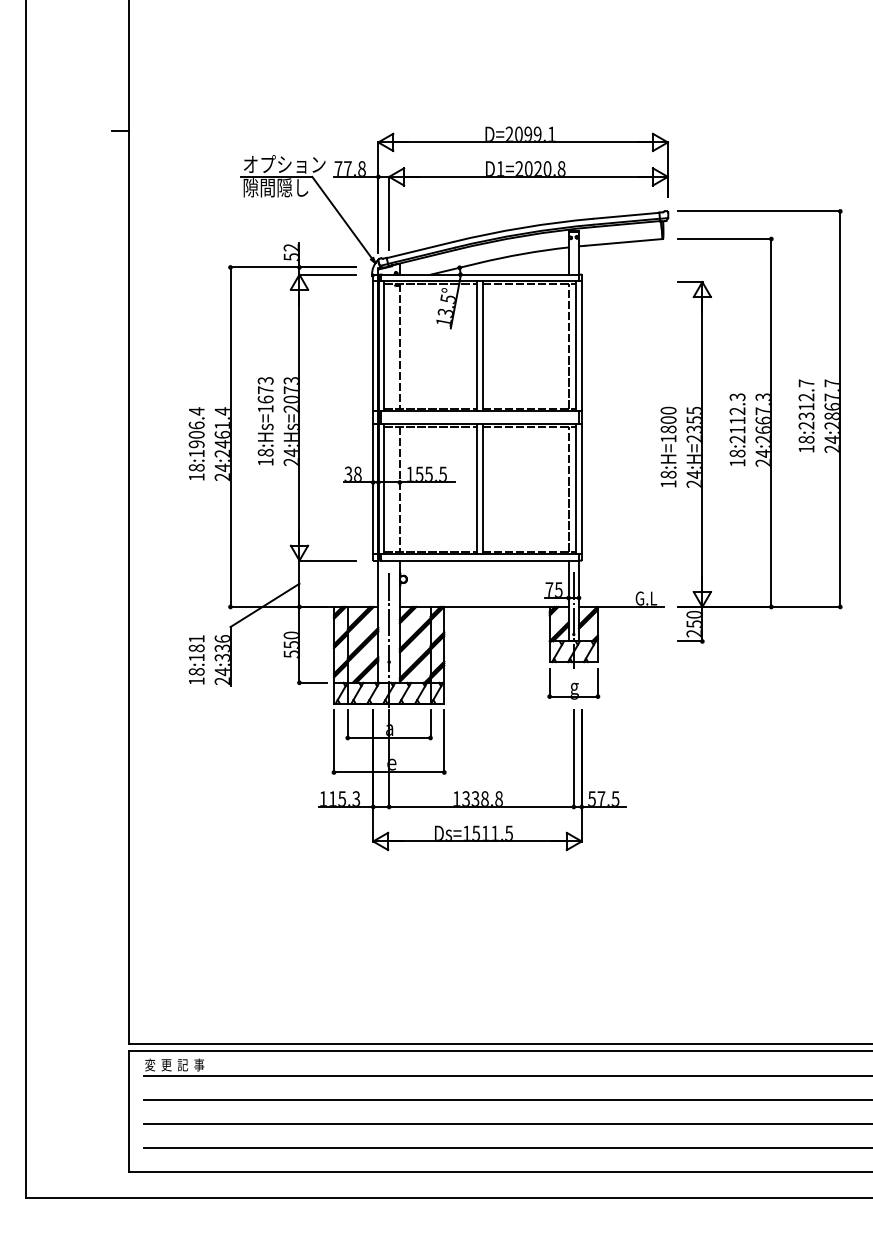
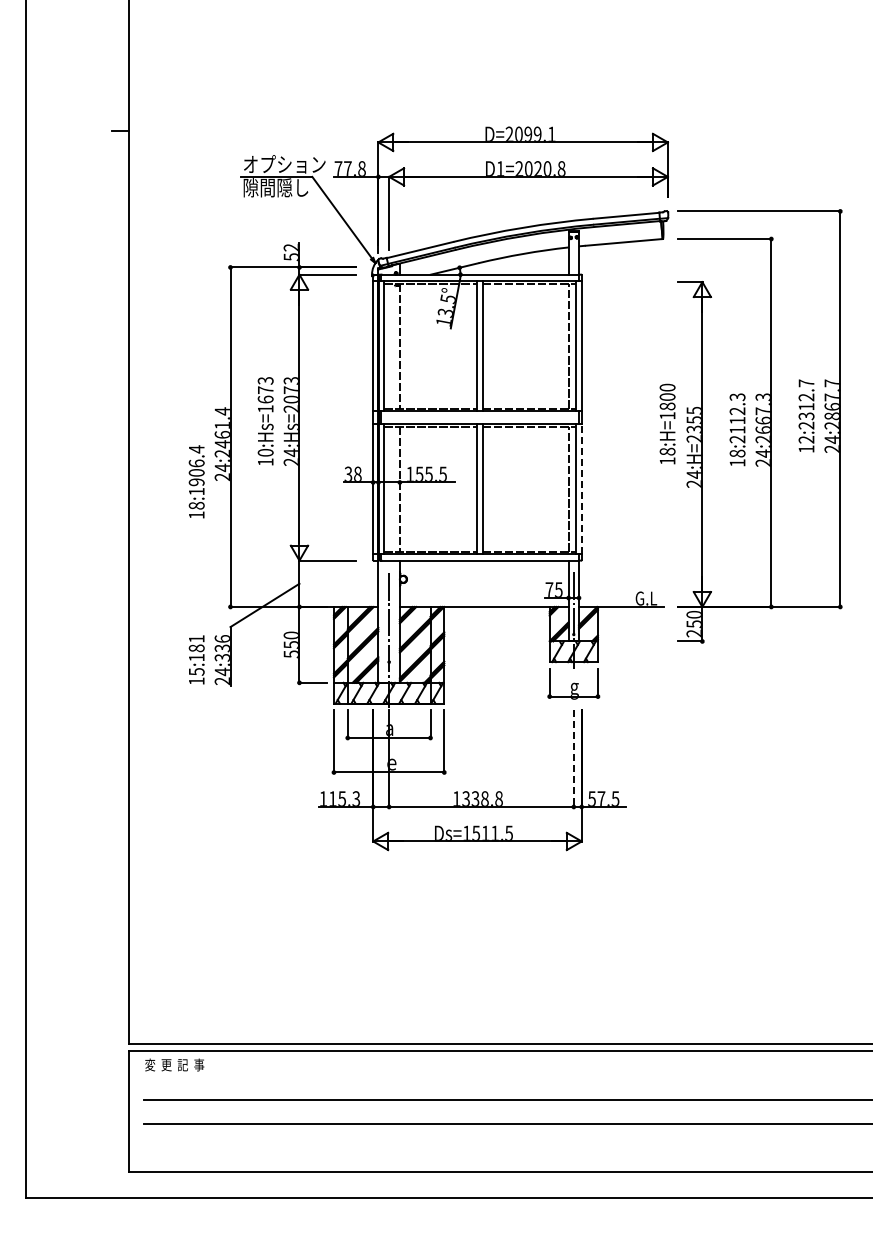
text at (806, 439): 18:2312.7 -> 12:2312.7
text at (196, 443) position: (196, 443) -> (196, 481)
text at (668, 446) position: (668, 446) -> (667, 423)
text at (265, 452): 18:Hs=1673 -> 10:Hs=1673
line at (581, 489): solid -> dashed
text at (196, 671): 18:181 -> 15:181
line at (573, 759): solid -> dashed
line at (506, 1075): present -> none
line at (506, 1147): present -> none
